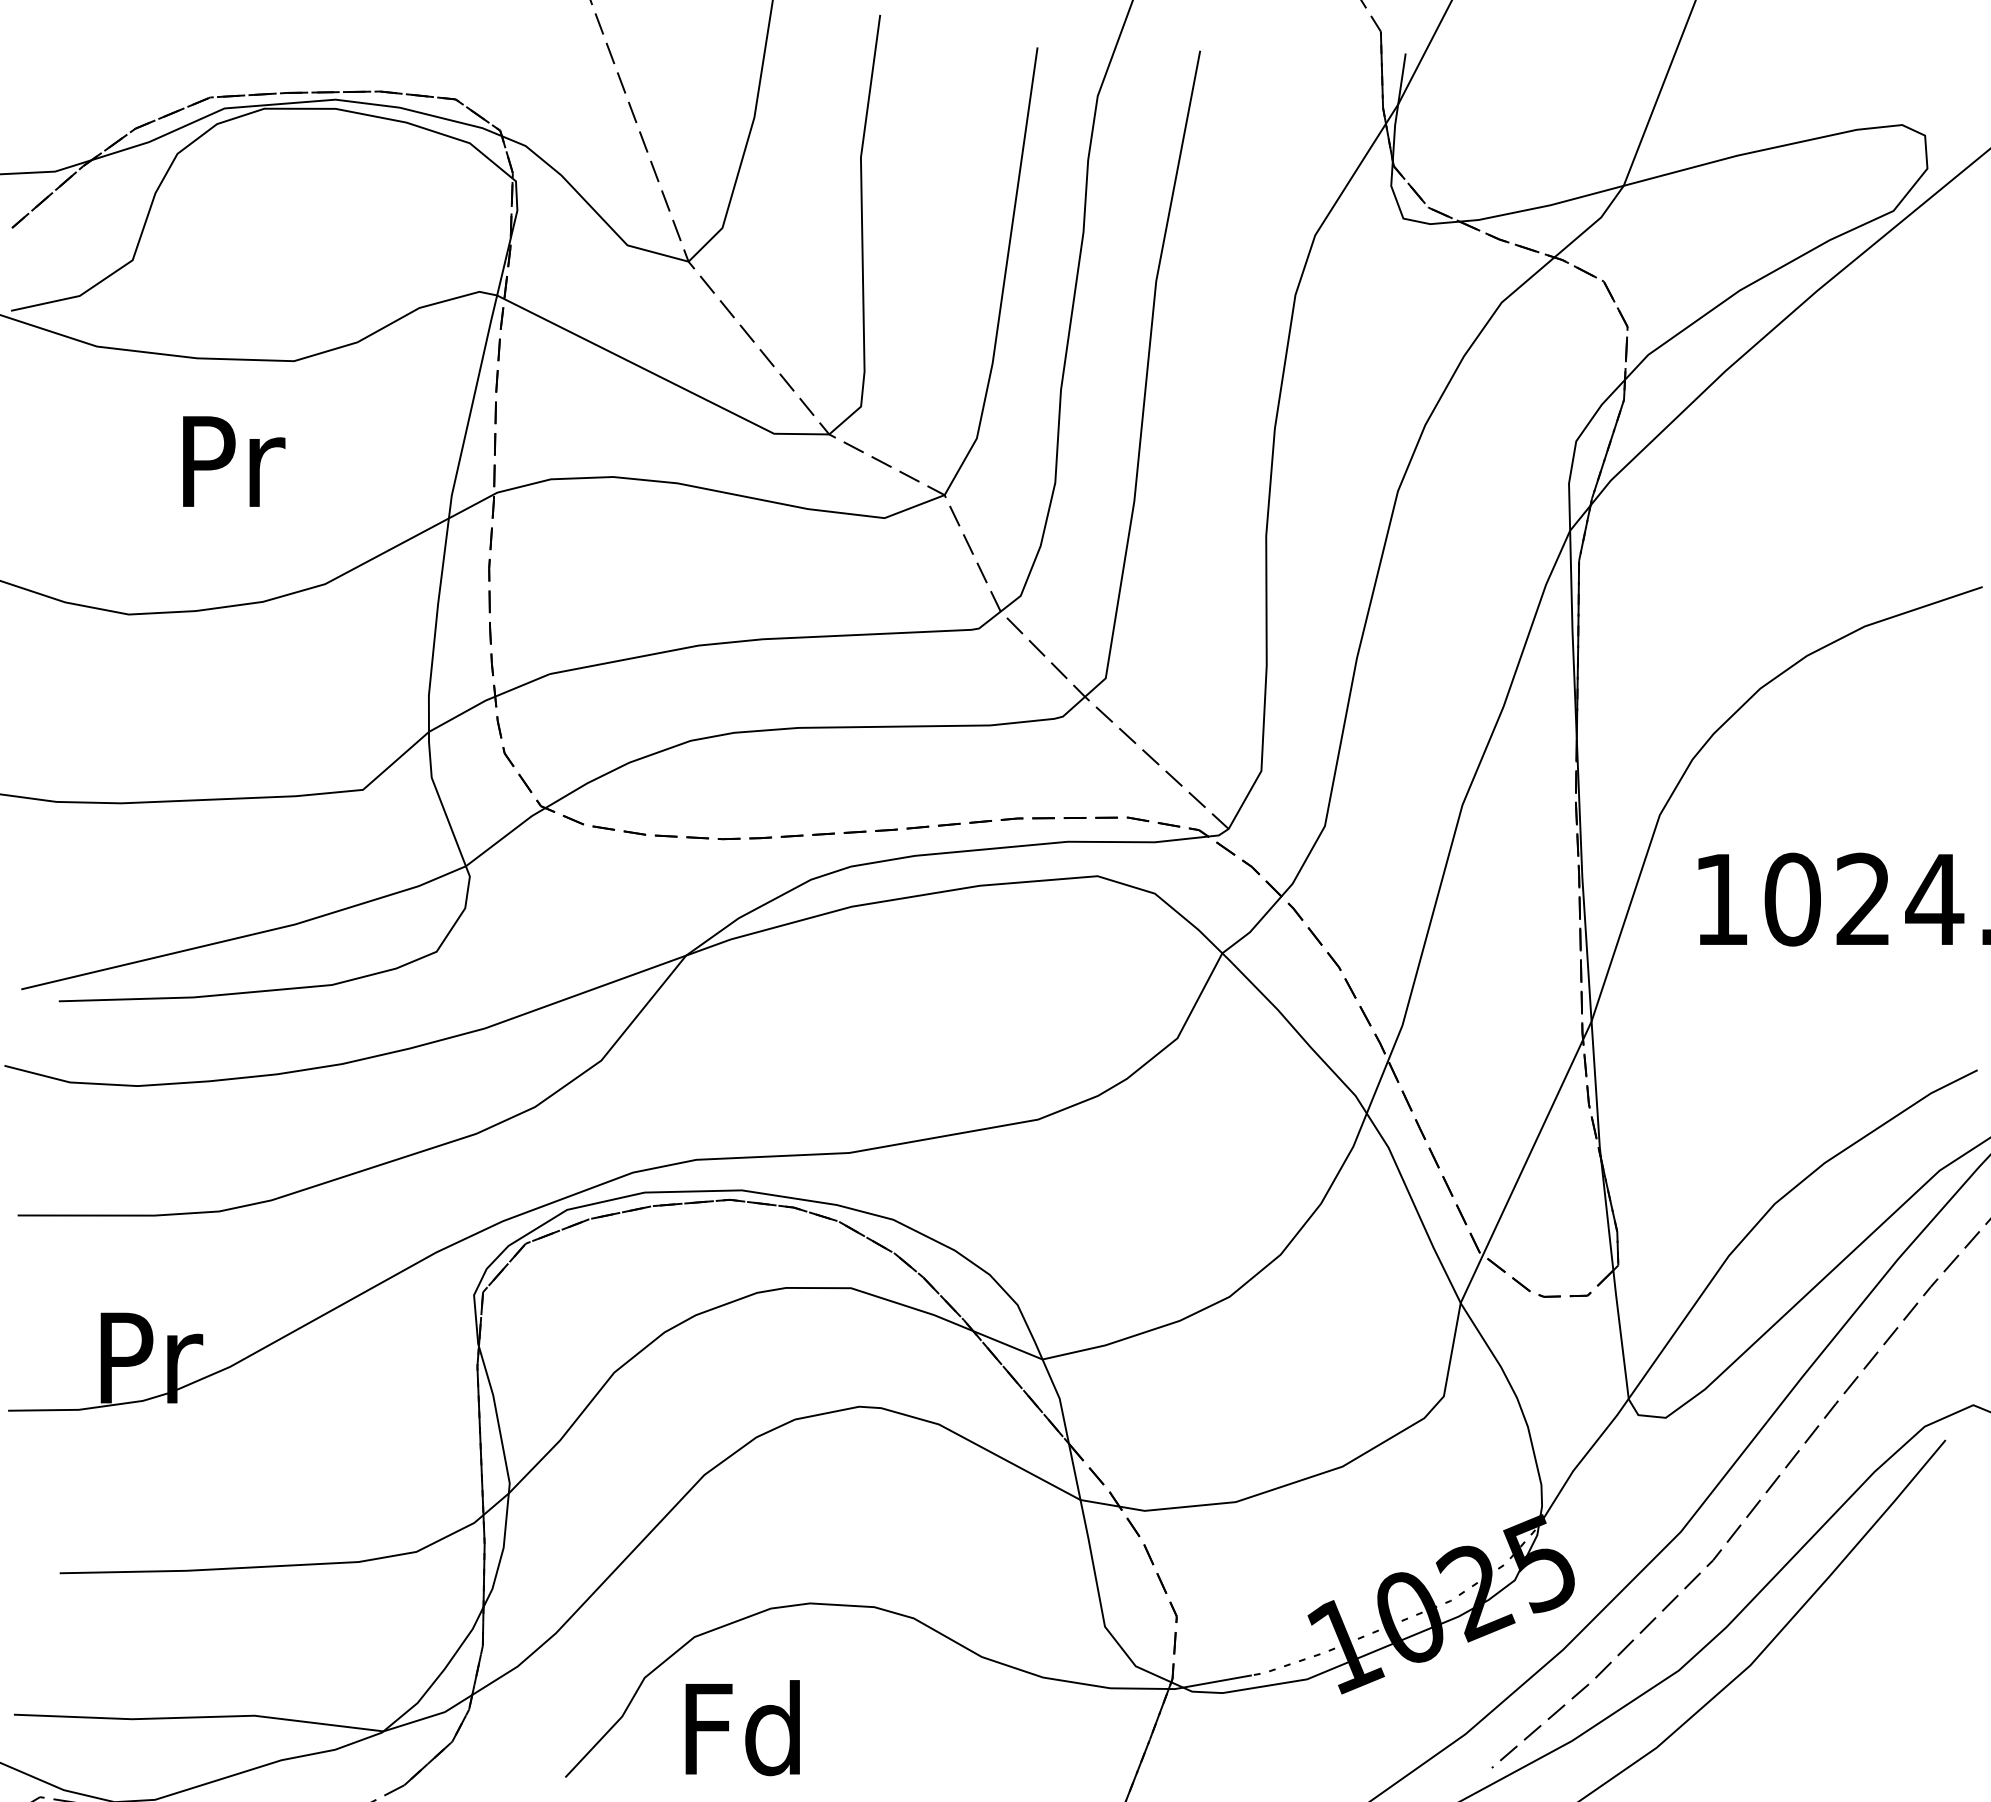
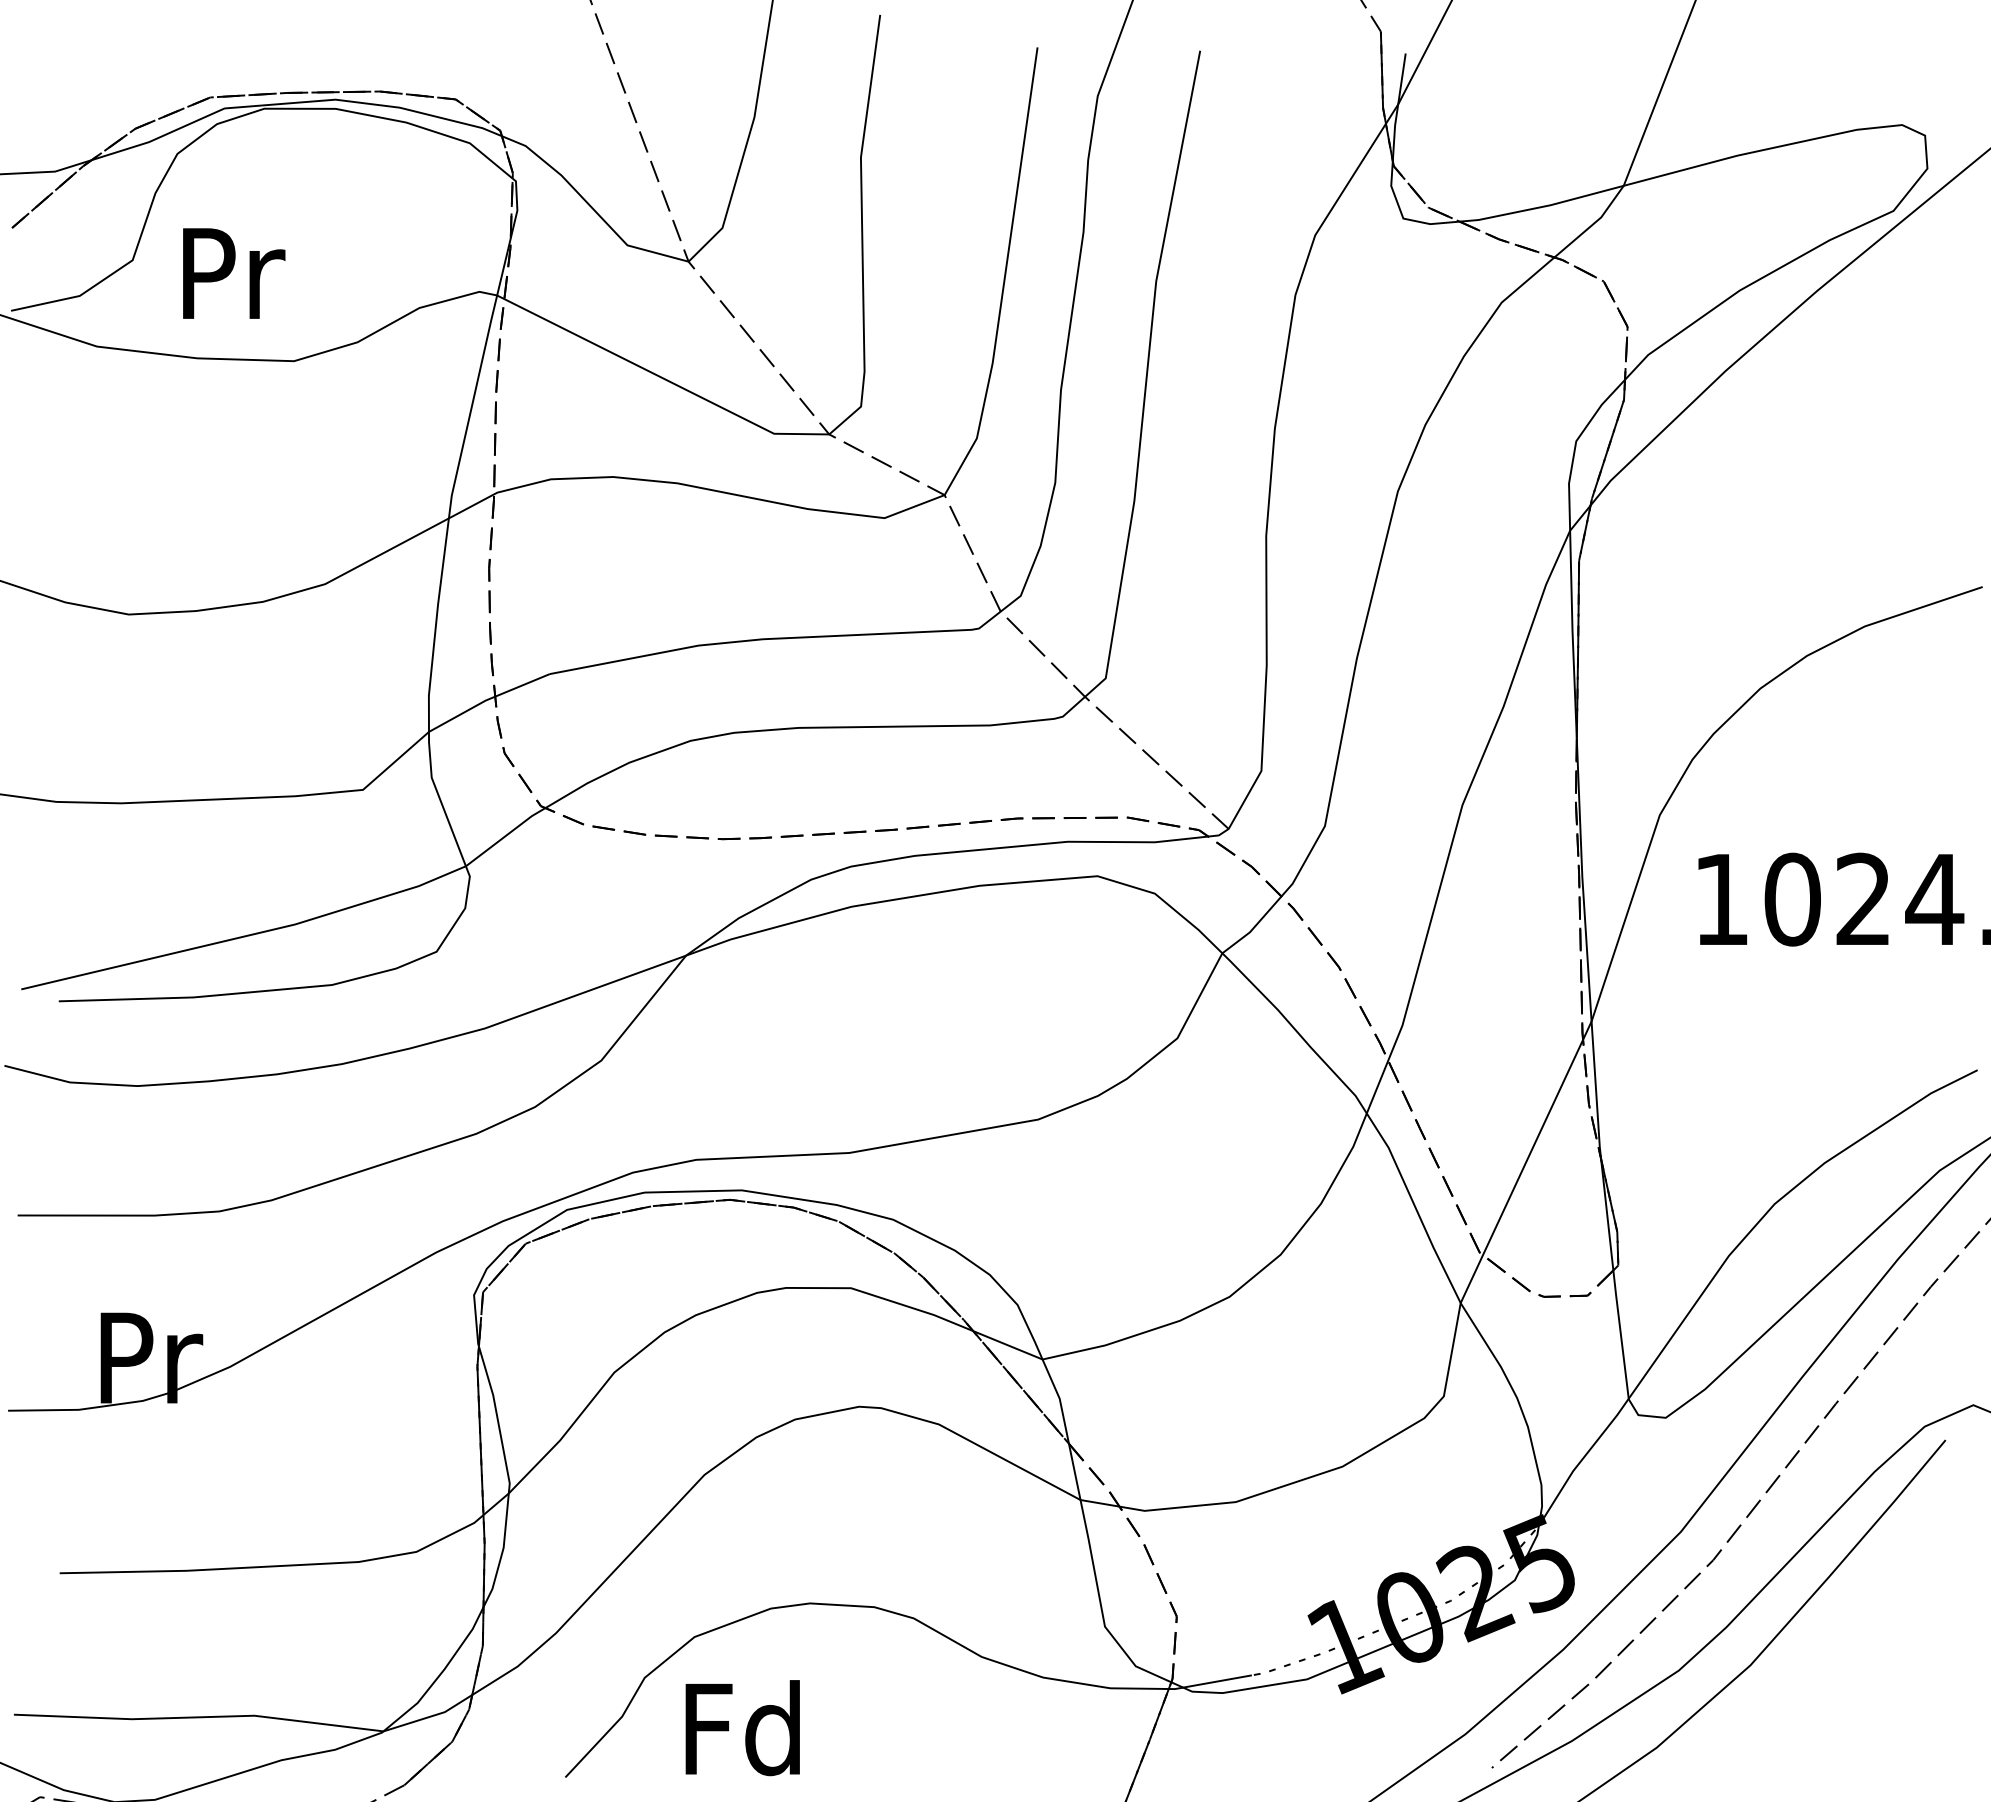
text at (234, 461) position: (234, 461) -> (234, 273)
